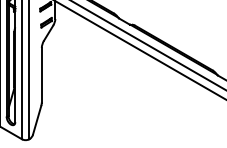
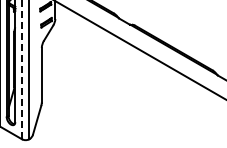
line at (148, 45): present -> none
line at (22, 69): solid -> dashed
